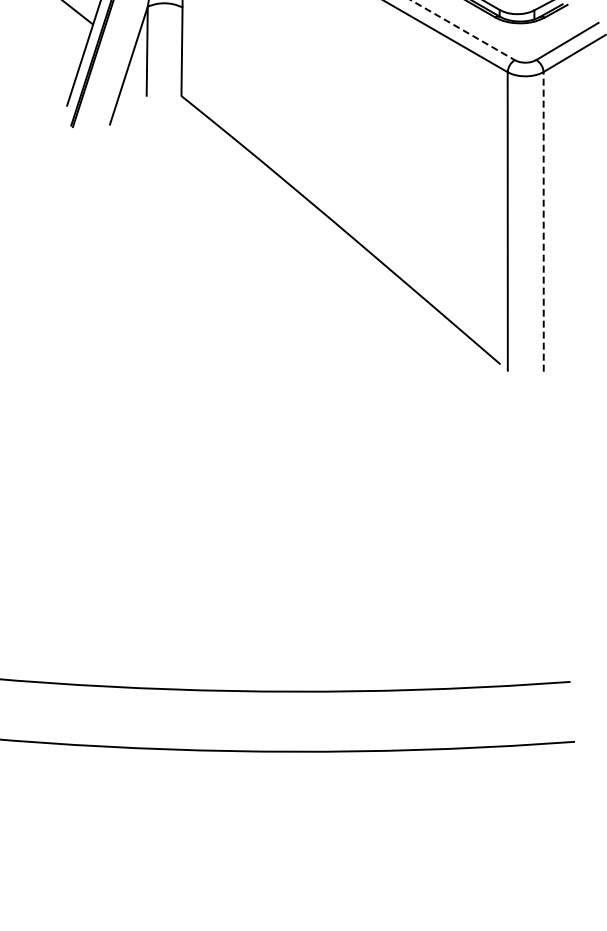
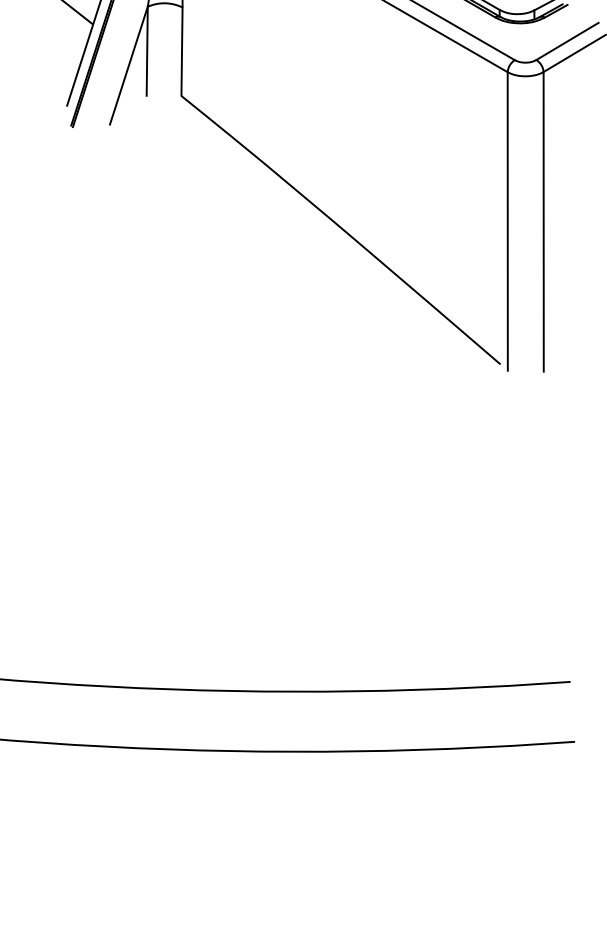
line at (462, 30): dashed -> solid
line at (543, 221): dashed -> solid
